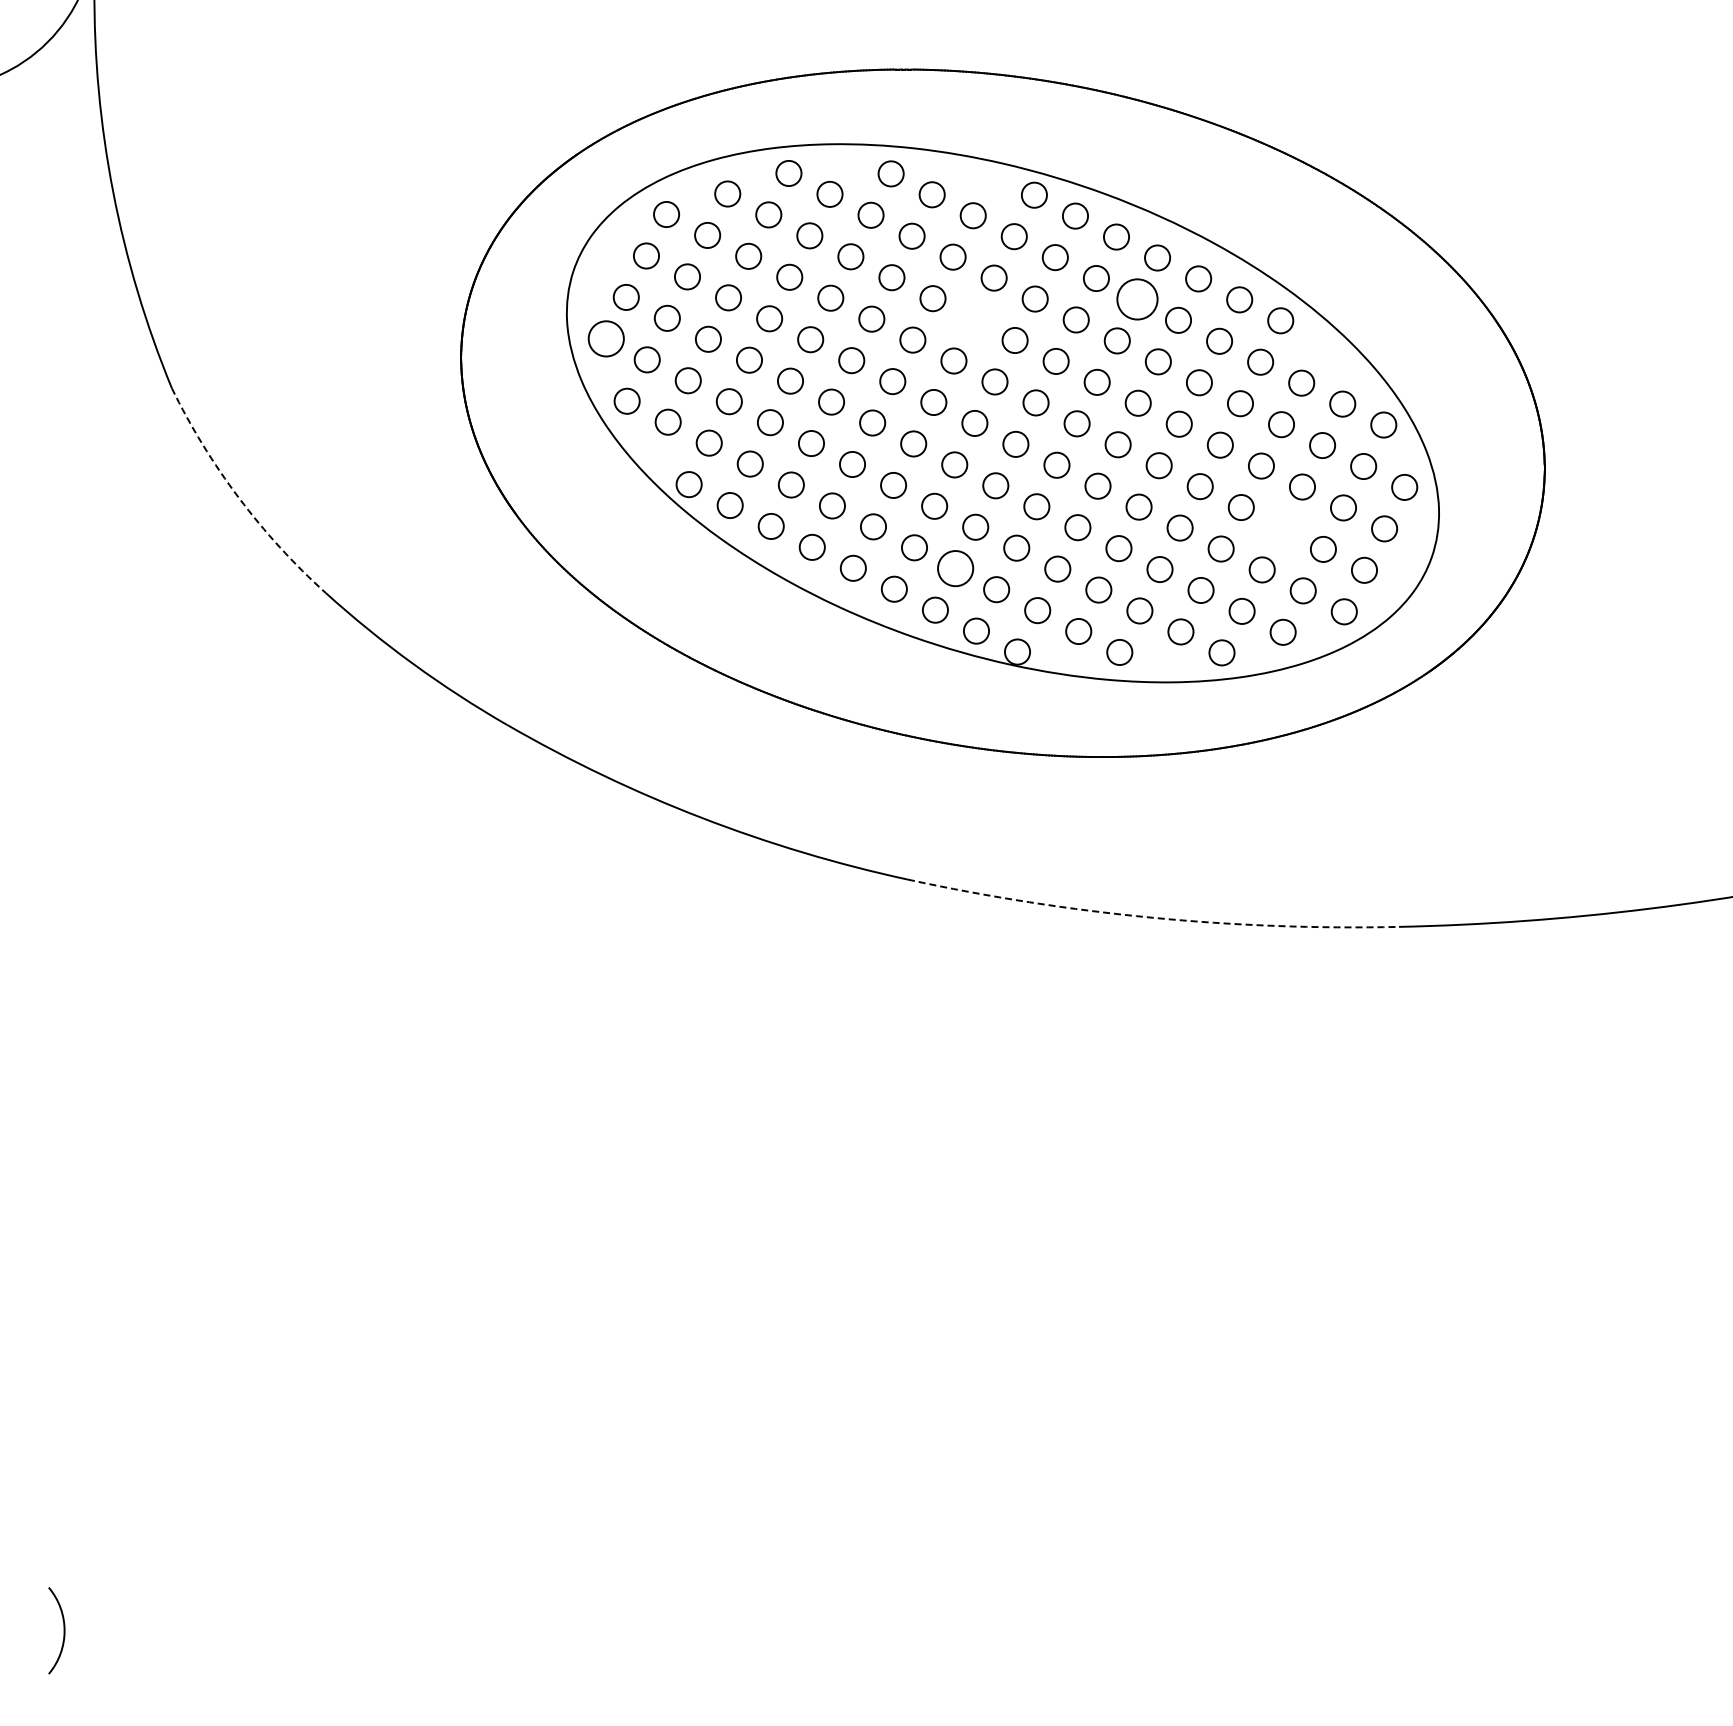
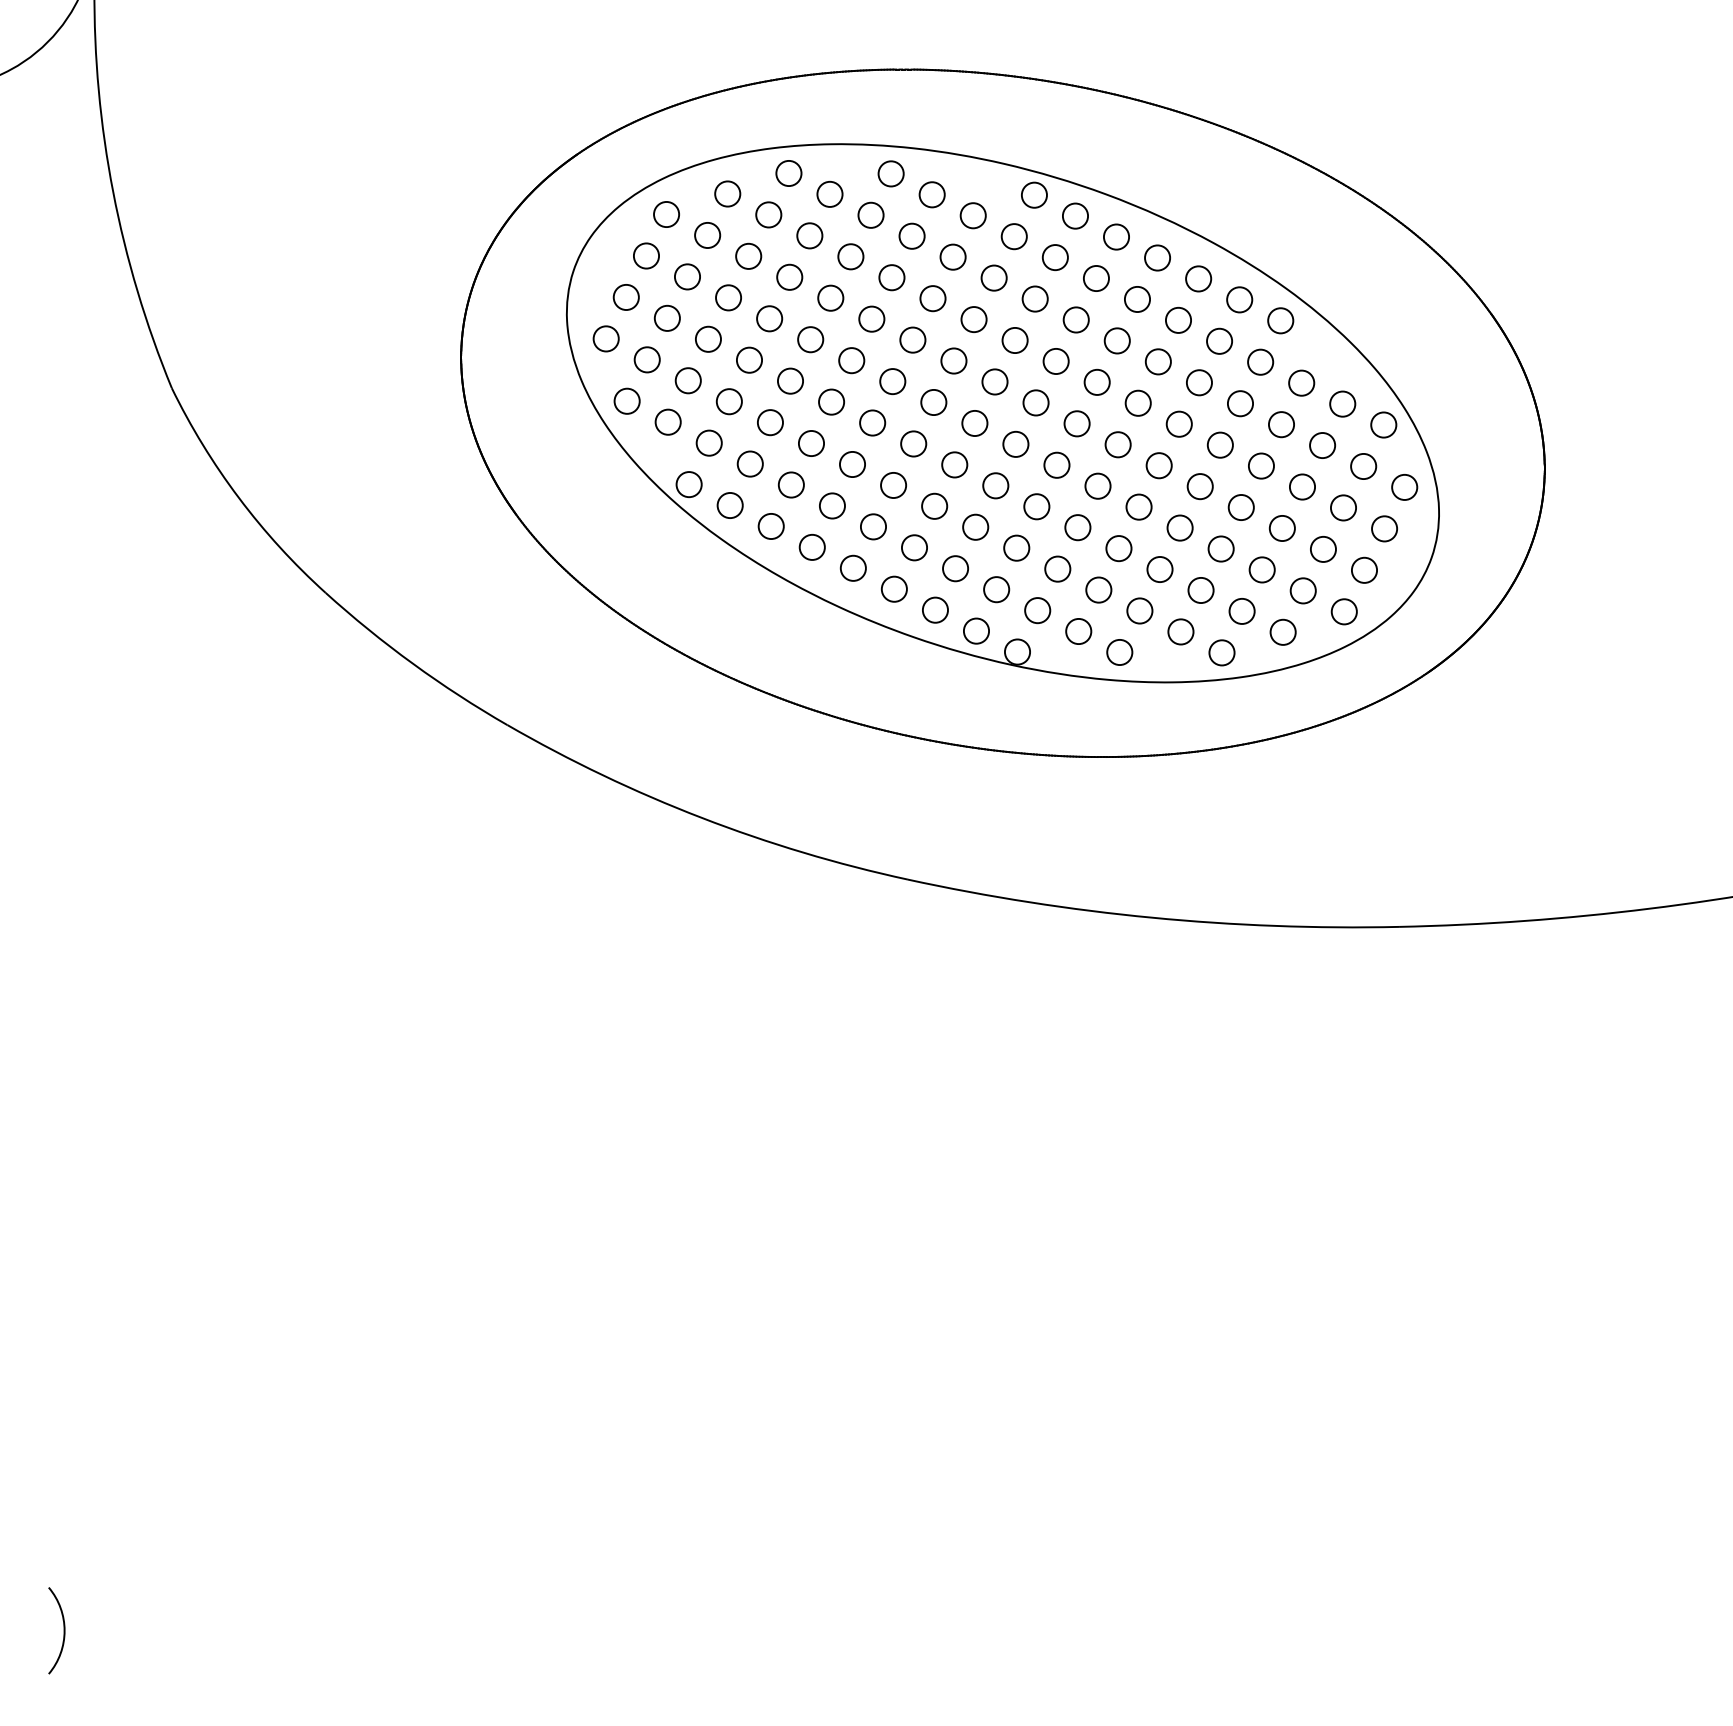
circle at (1137, 299) diameter: 40 px -> 25 px
circle at (973, 319): none -> present
circle at (605, 338) size: 38x38 px -> 28x28 px
arc at (238, 497): dashed -> solid
circle at (1281, 528): none -> present
circle at (955, 568) size: 38x38 px -> 27x28 px
arc at (1152, 917): dashed -> solid
